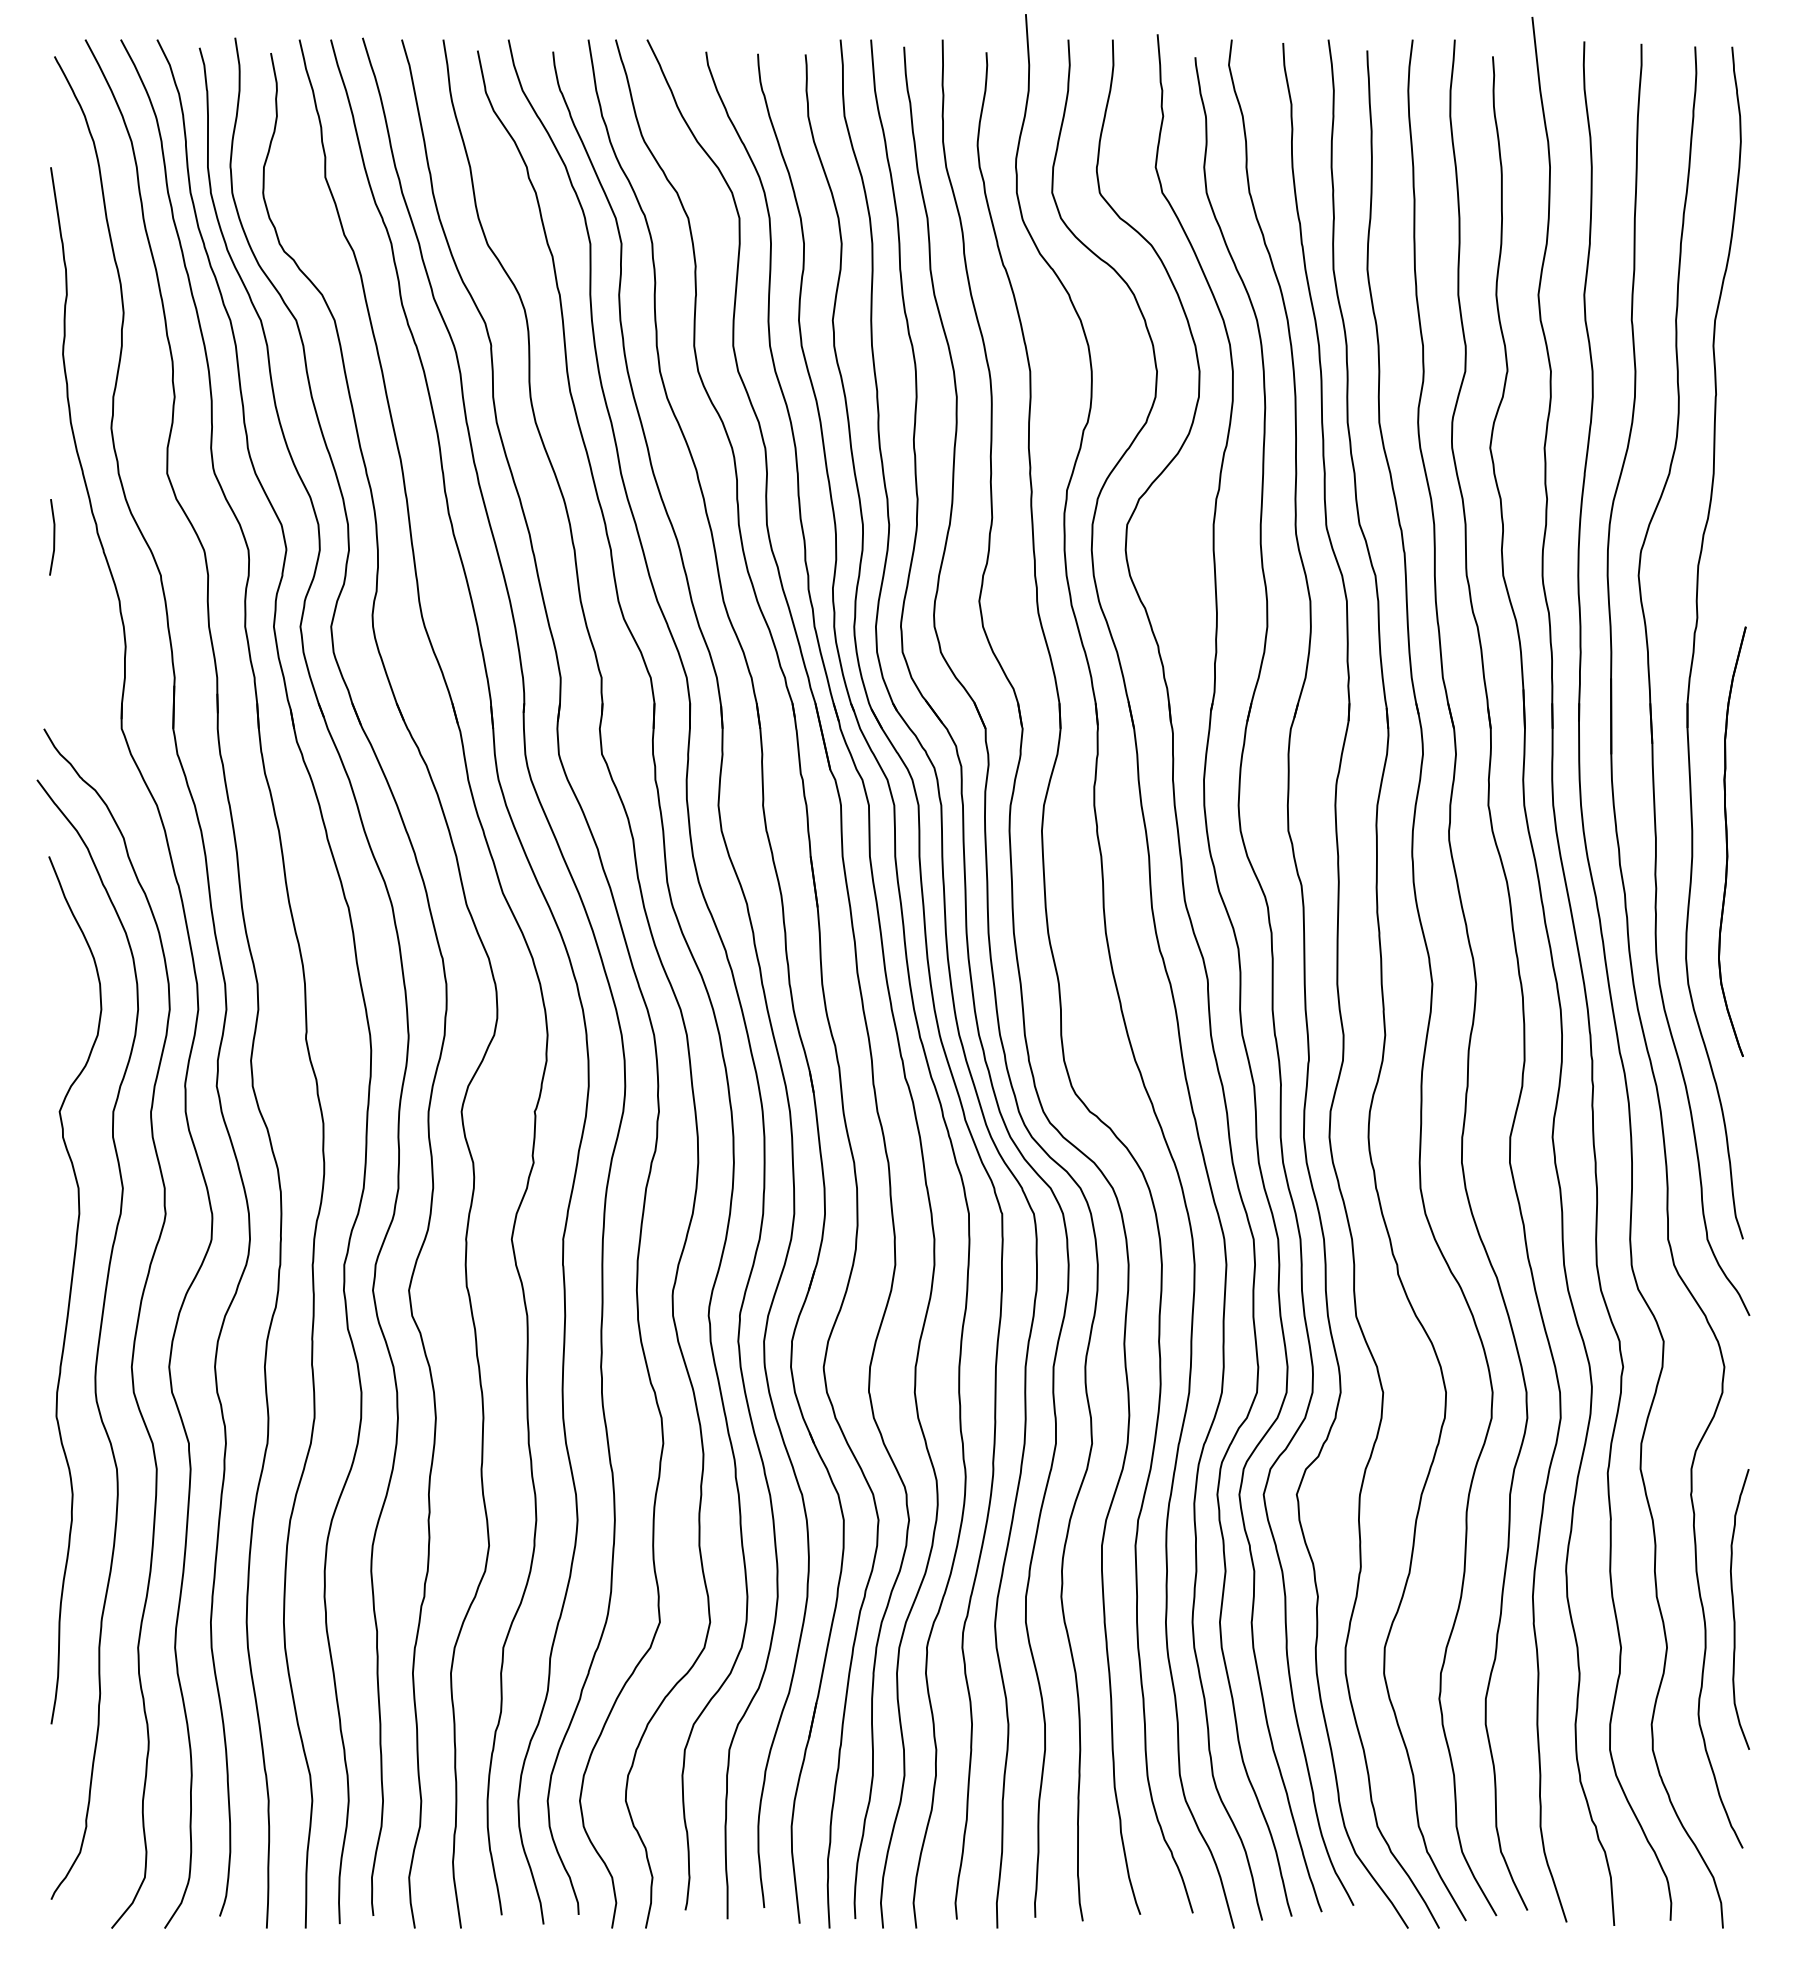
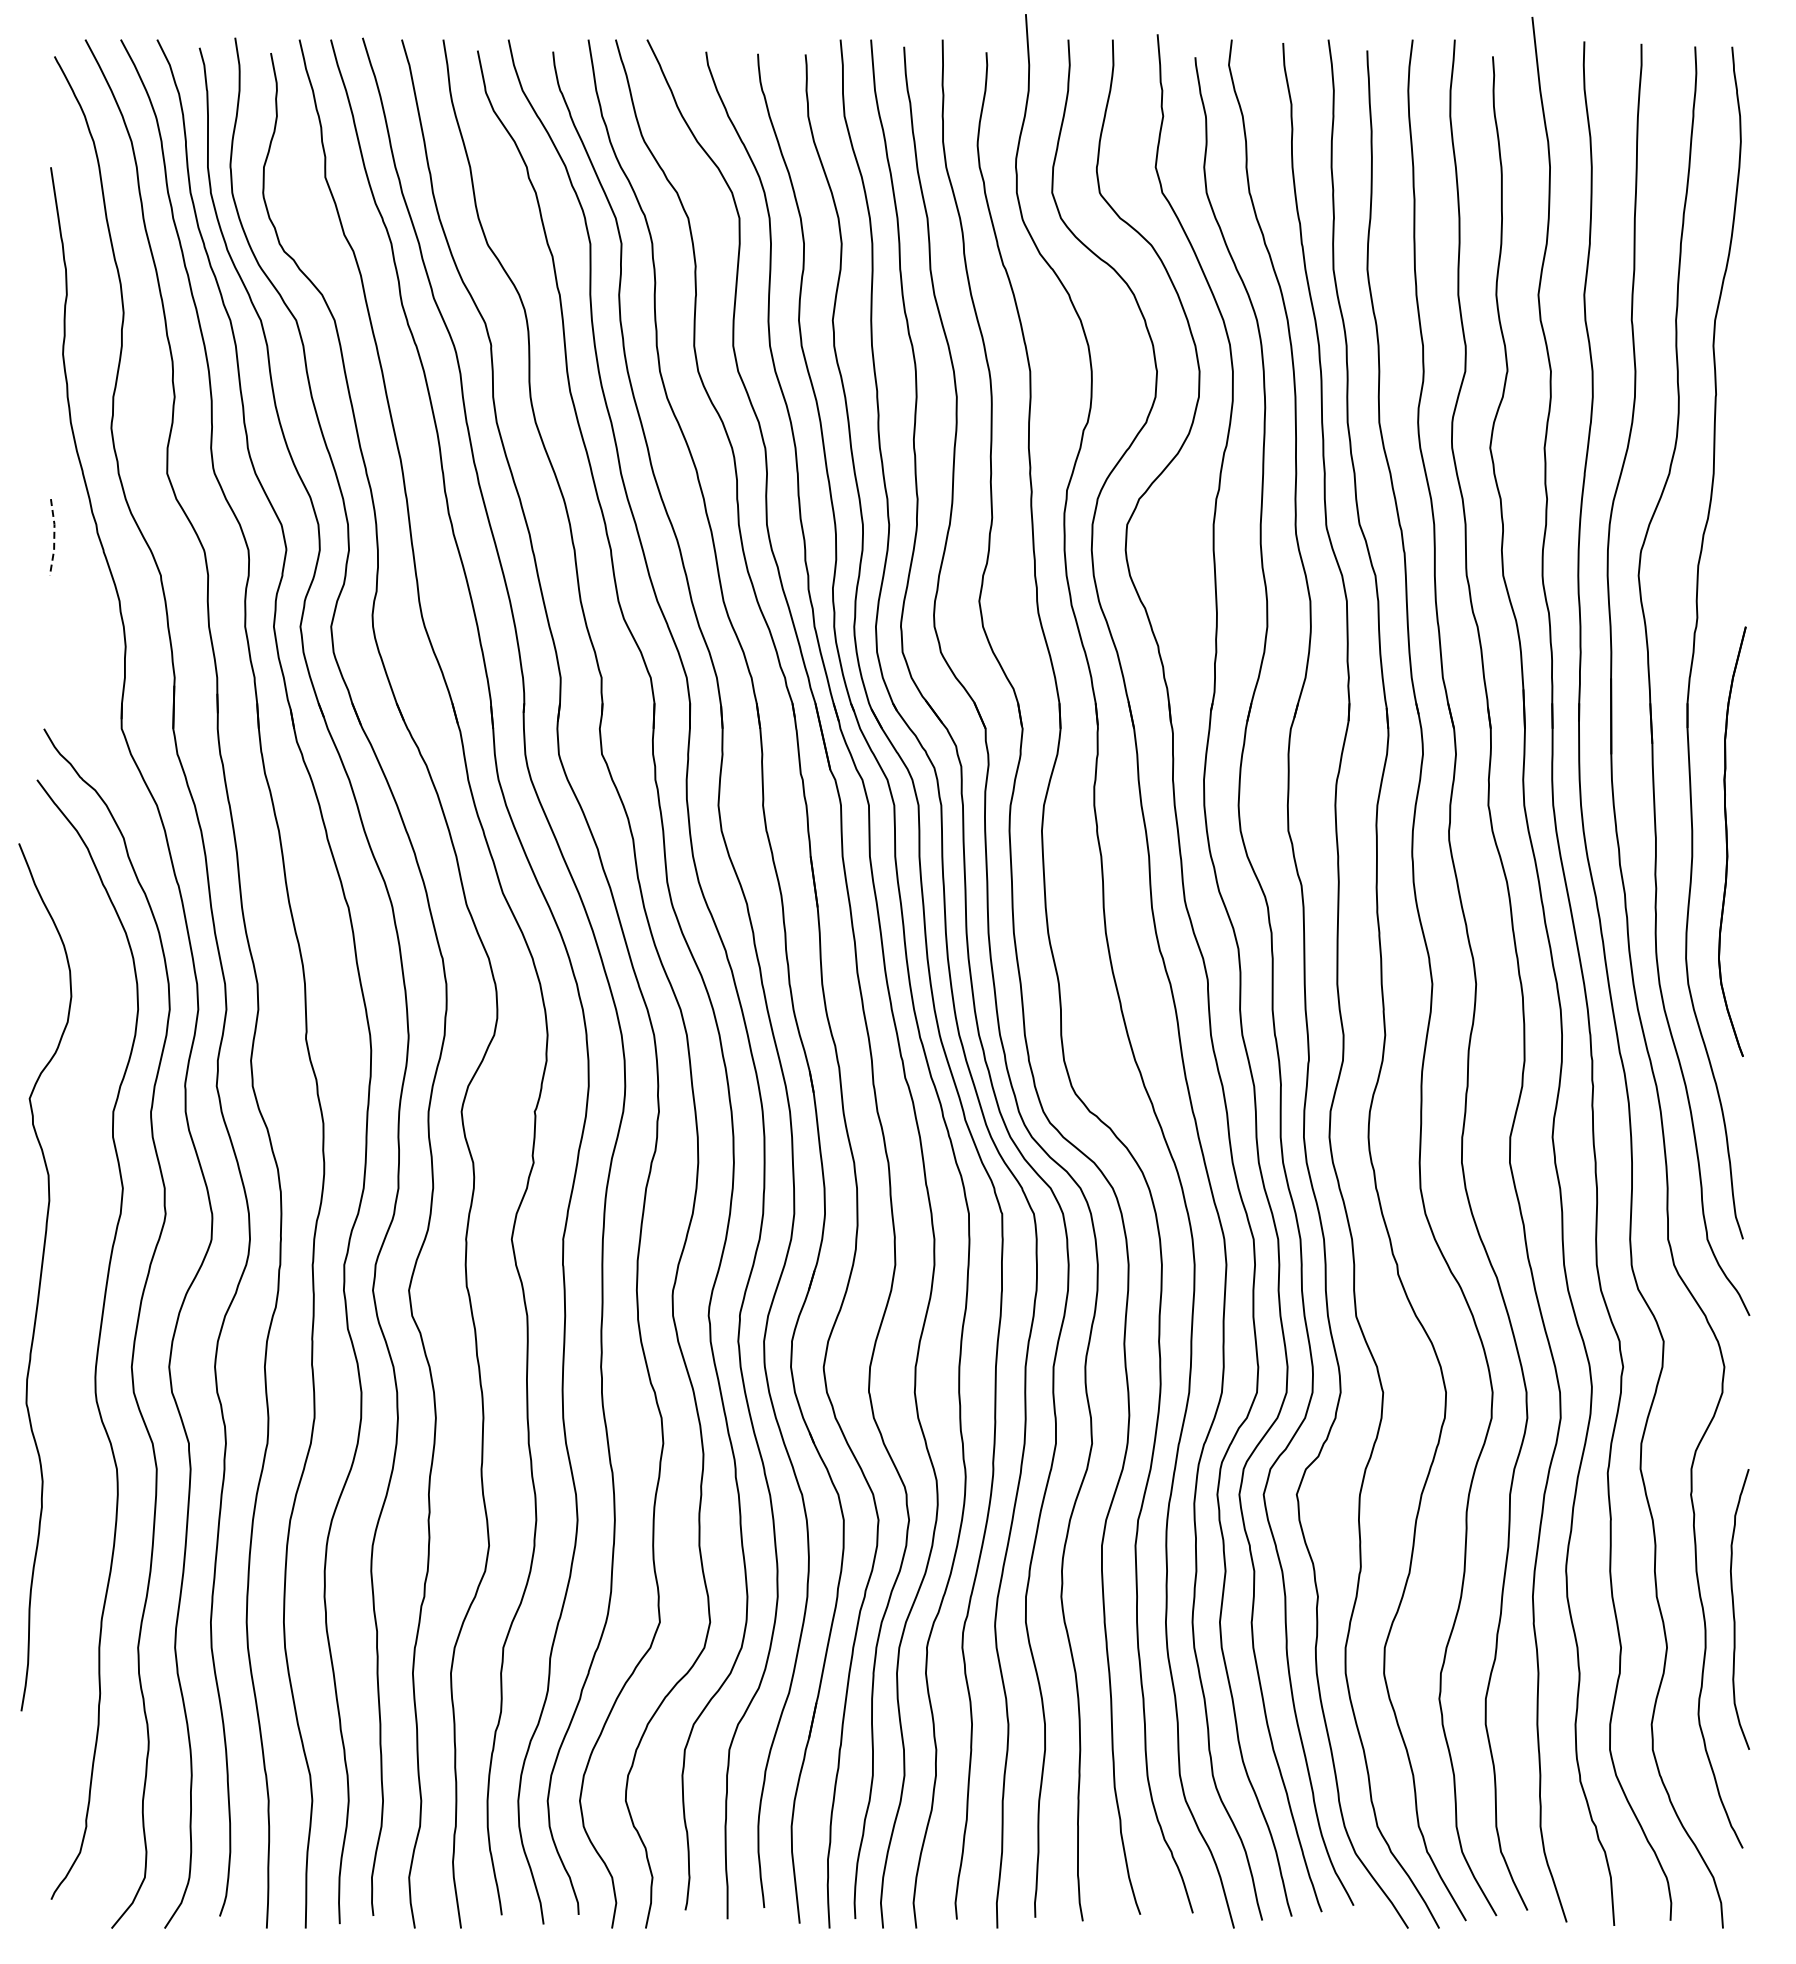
line at (54, 537): solid -> dashed
curve at (71, 1290) position: (71, 1290) -> (41, 1277)
